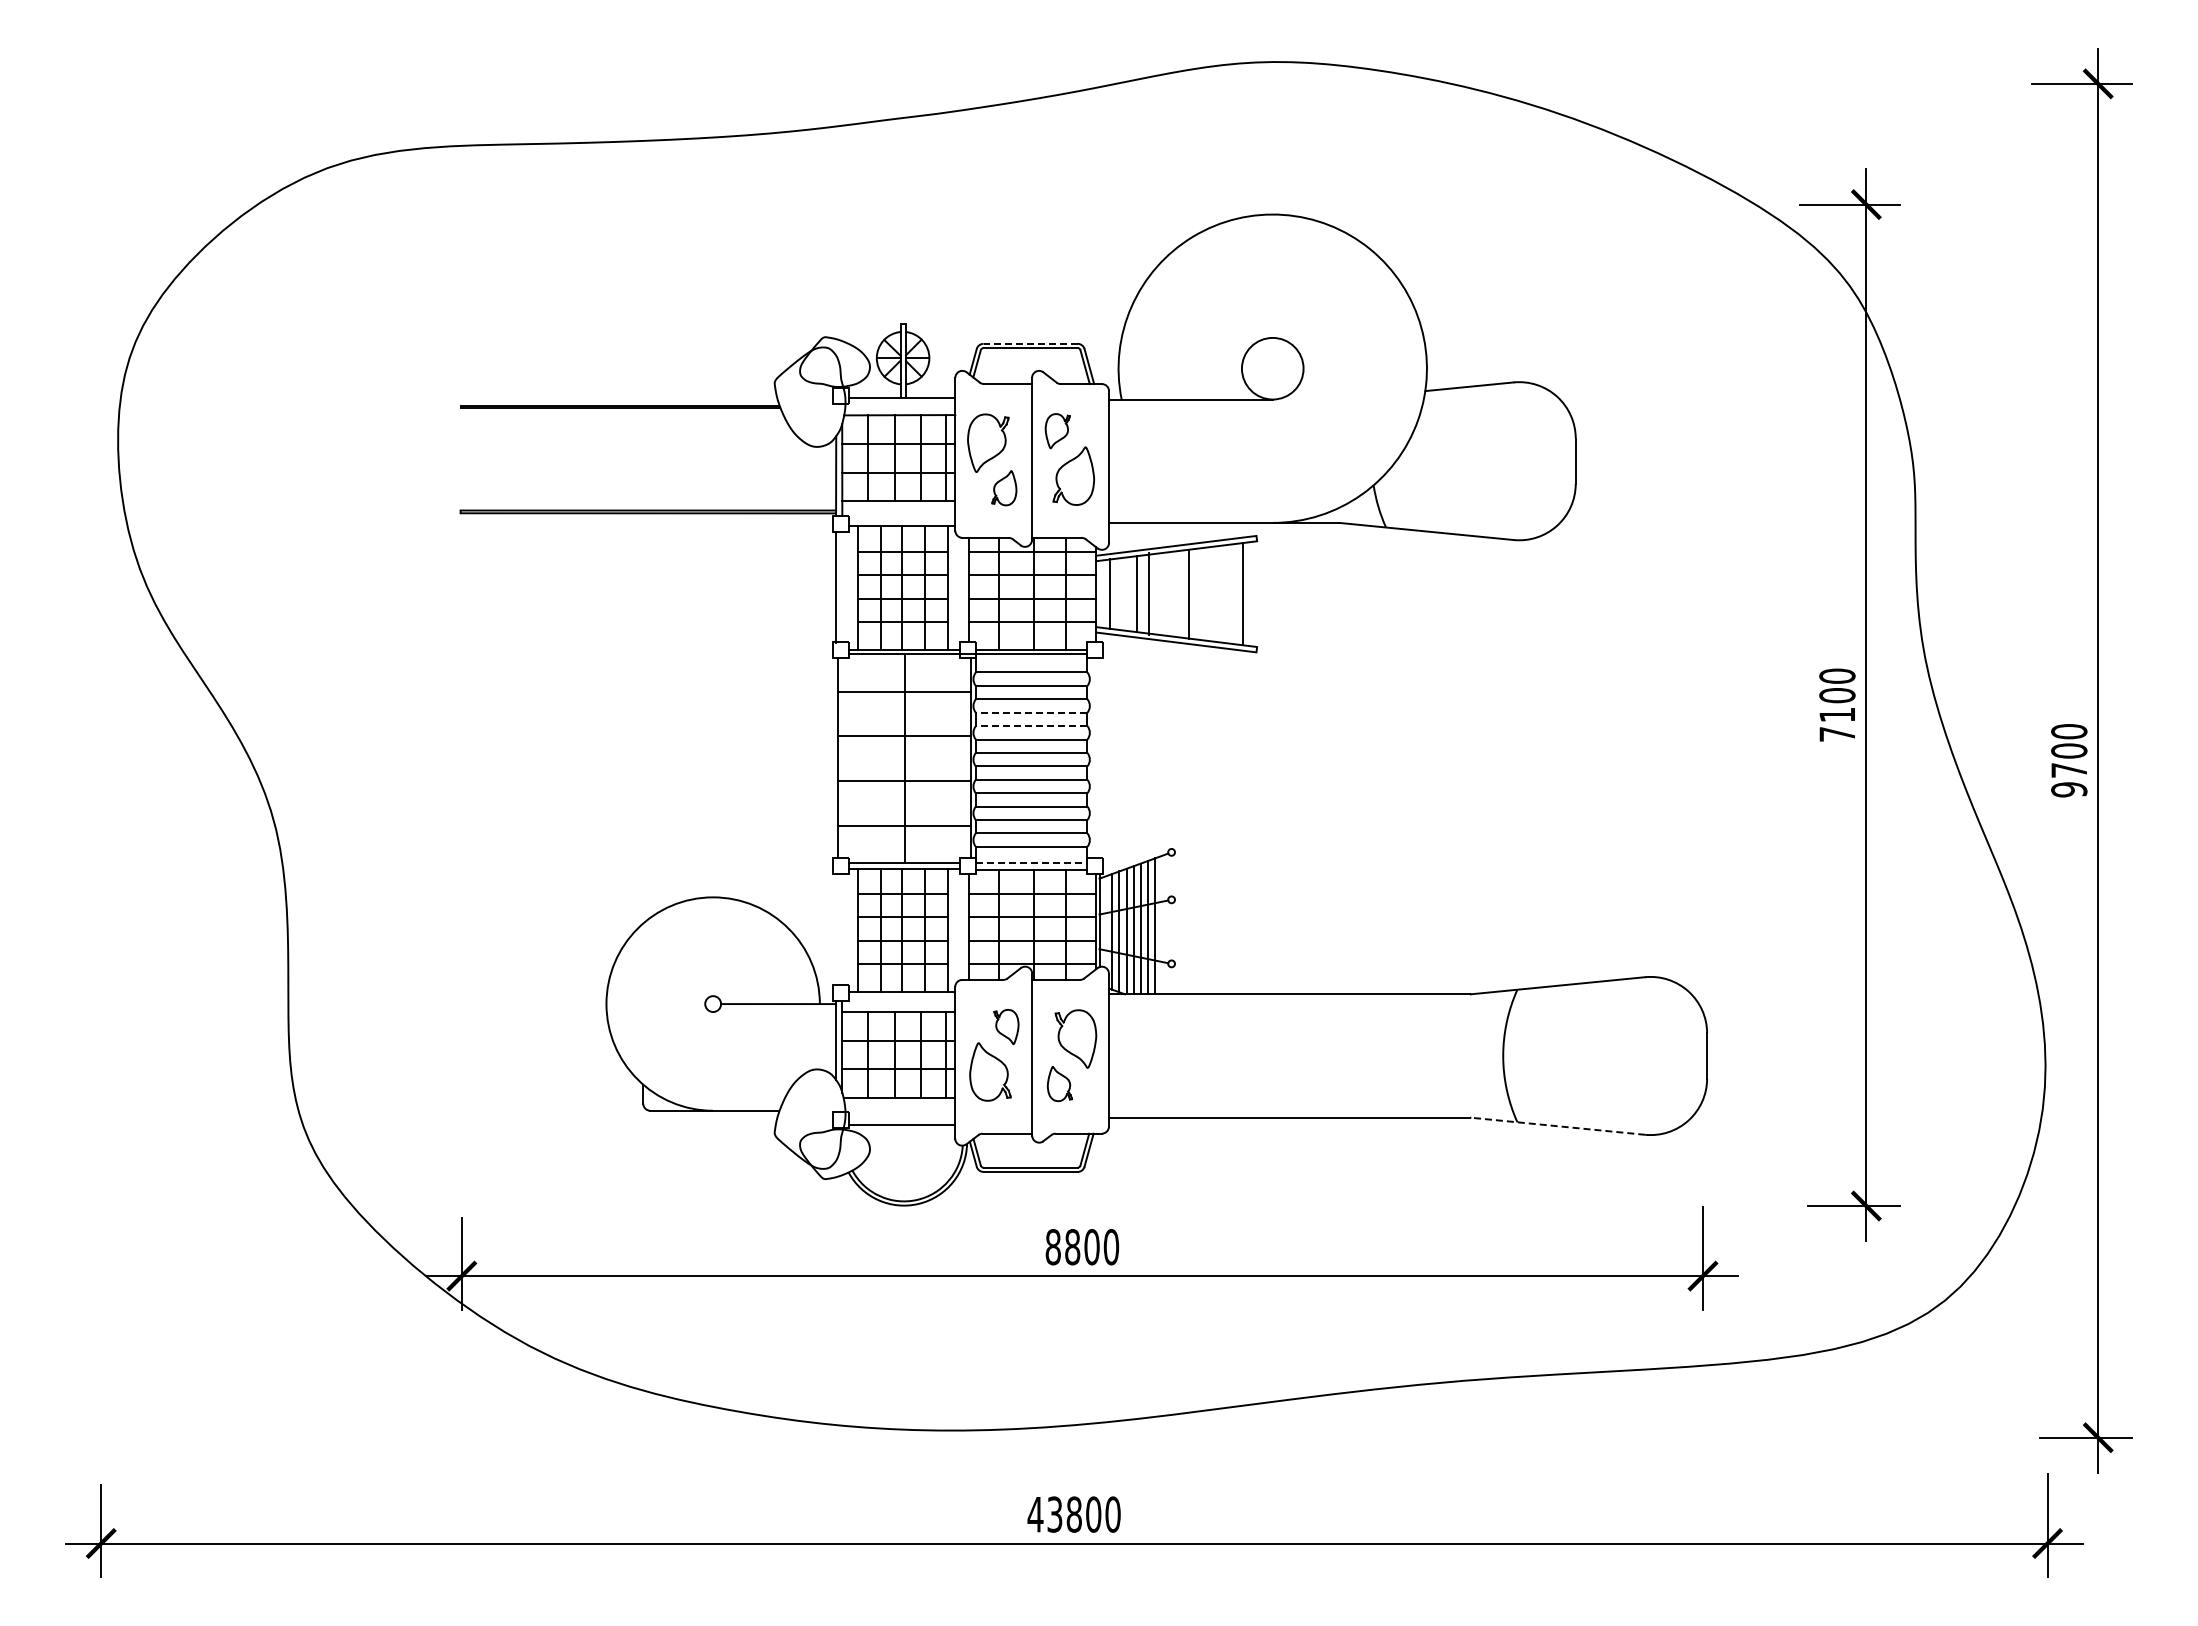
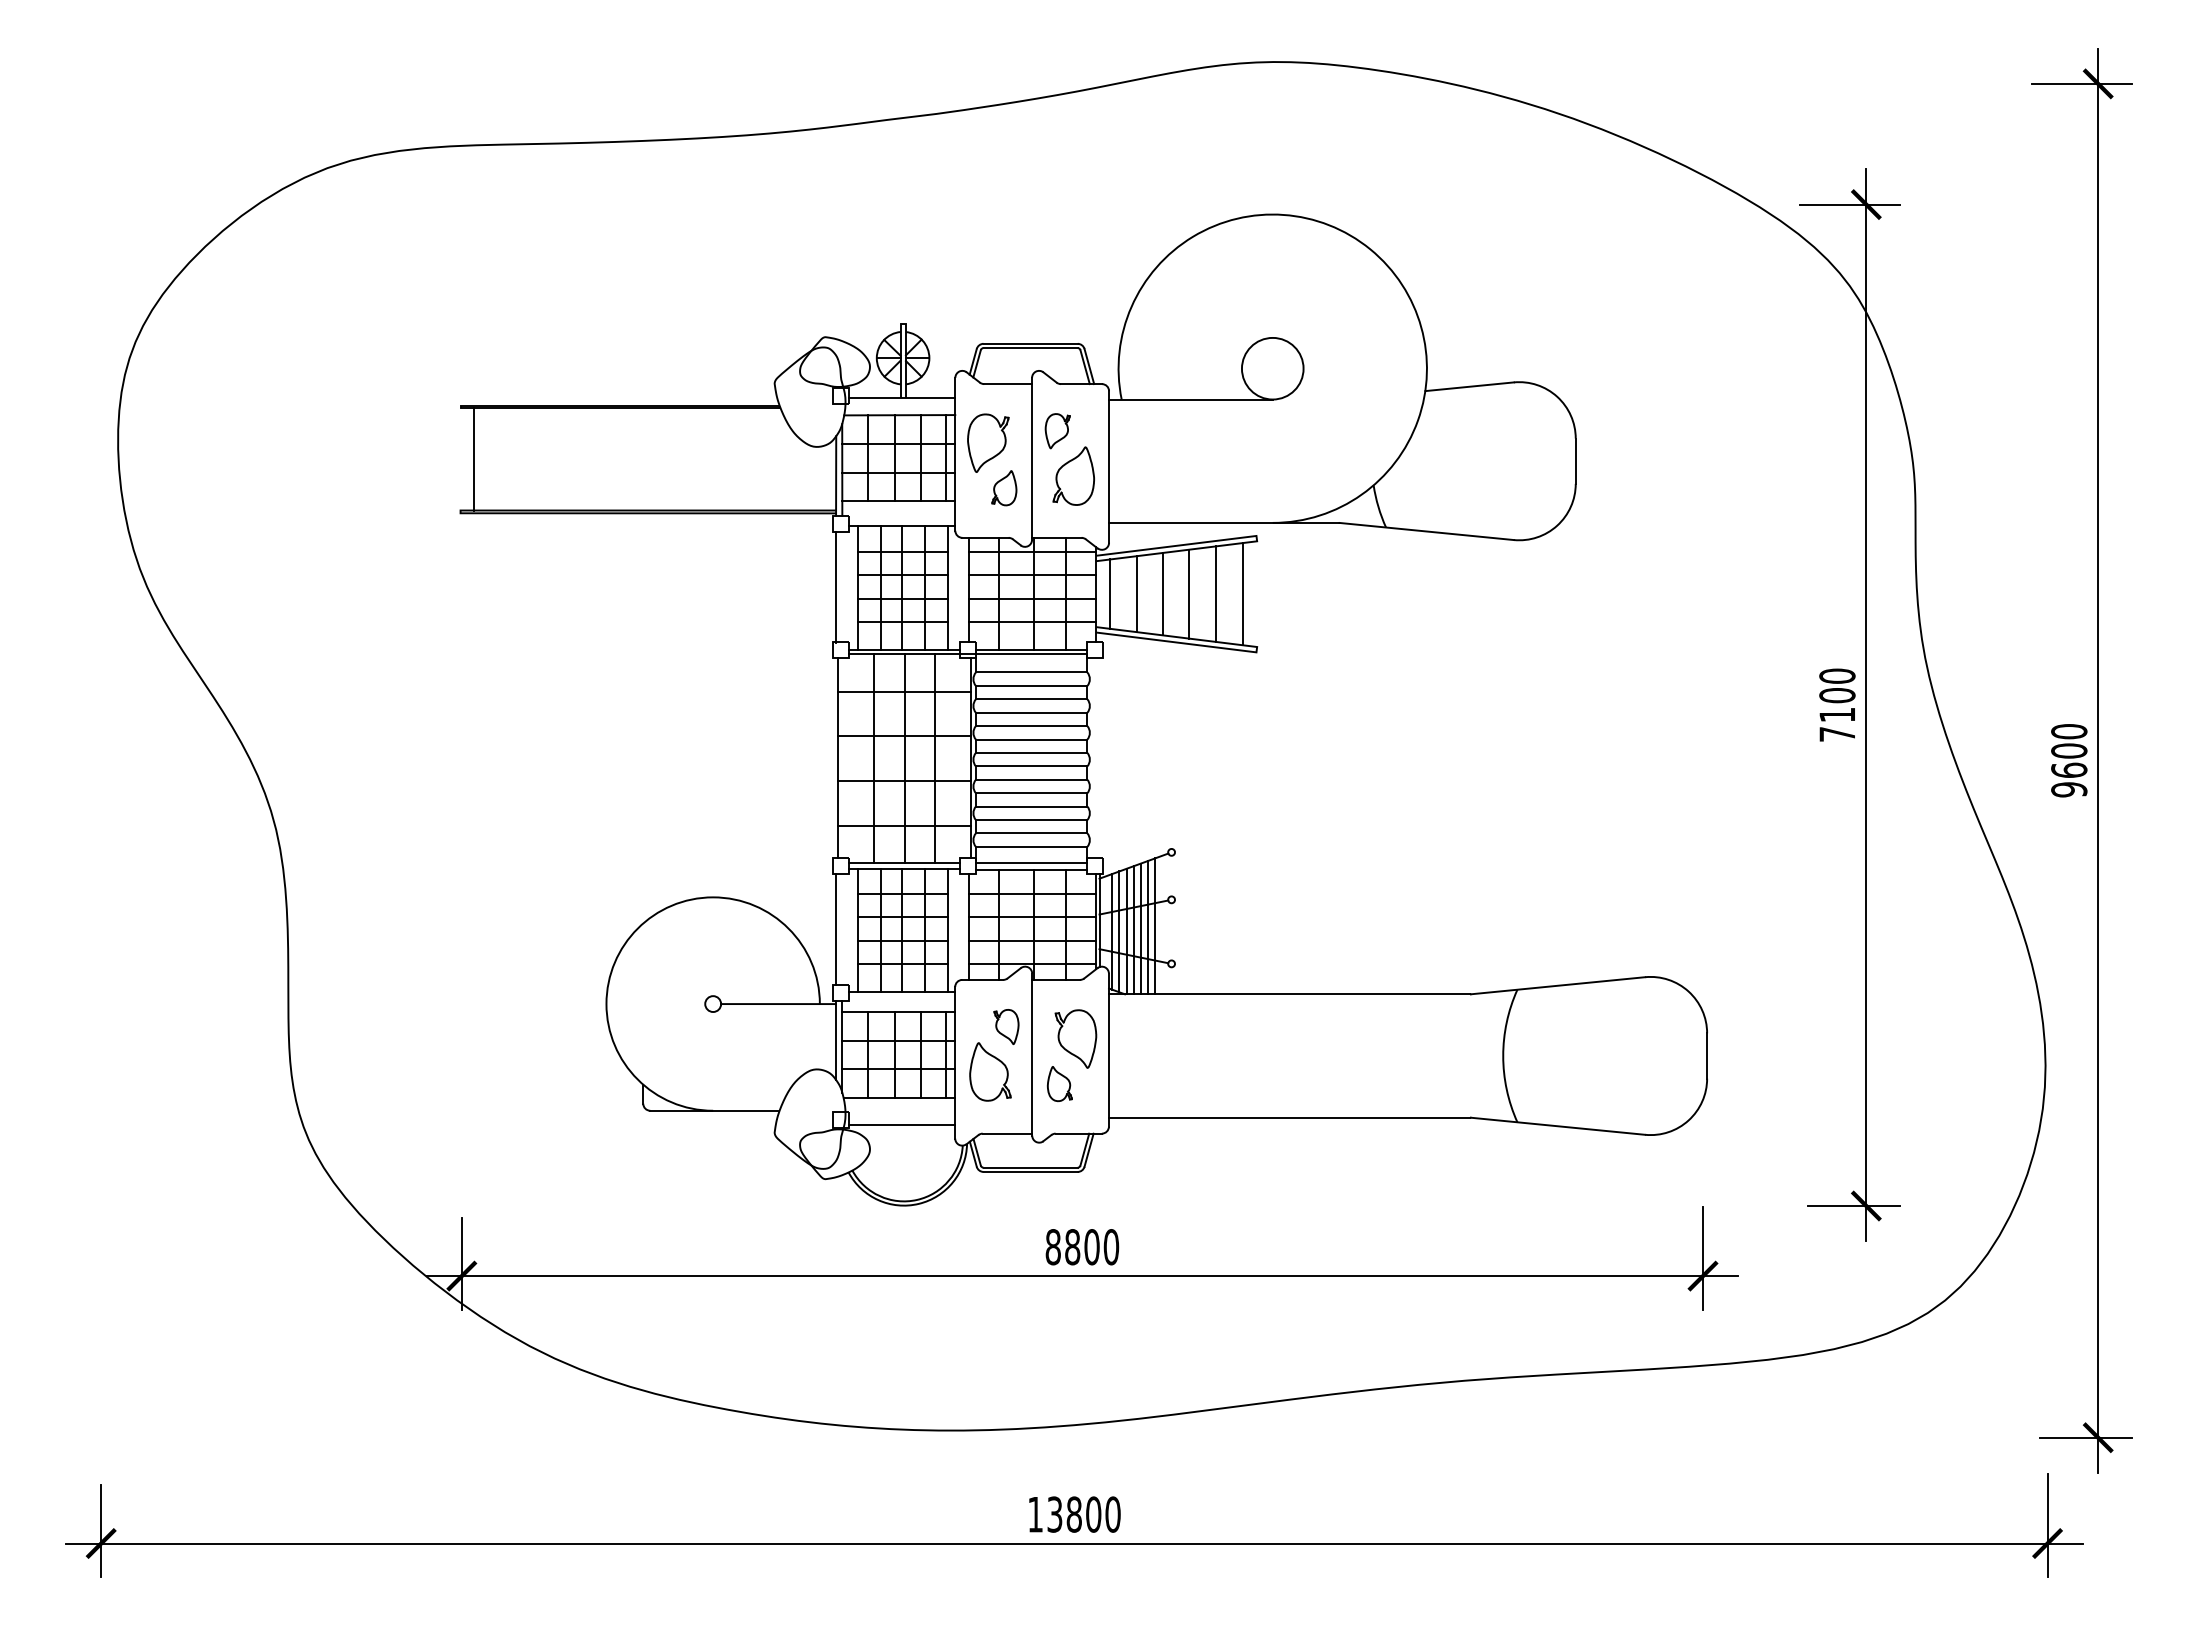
line at (1030, 343): dashed -> solid
line at (473, 459): none -> present
line at (1148, 593) position: (1148, 593) -> (1162, 593)
line at (1215, 593): none -> present
line at (1031, 712): dashed -> solid
line at (1031, 726): dashed -> solid
line at (874, 757): none -> present
line at (935, 757): none -> present
text at (2069, 769): 9700 -> 9600
line at (1031, 862): dashed -> solid
line at (835, 929): none -> present
line at (1557, 1126): dashed -> solid
text at (1035, 1514): 43800 -> 13800
